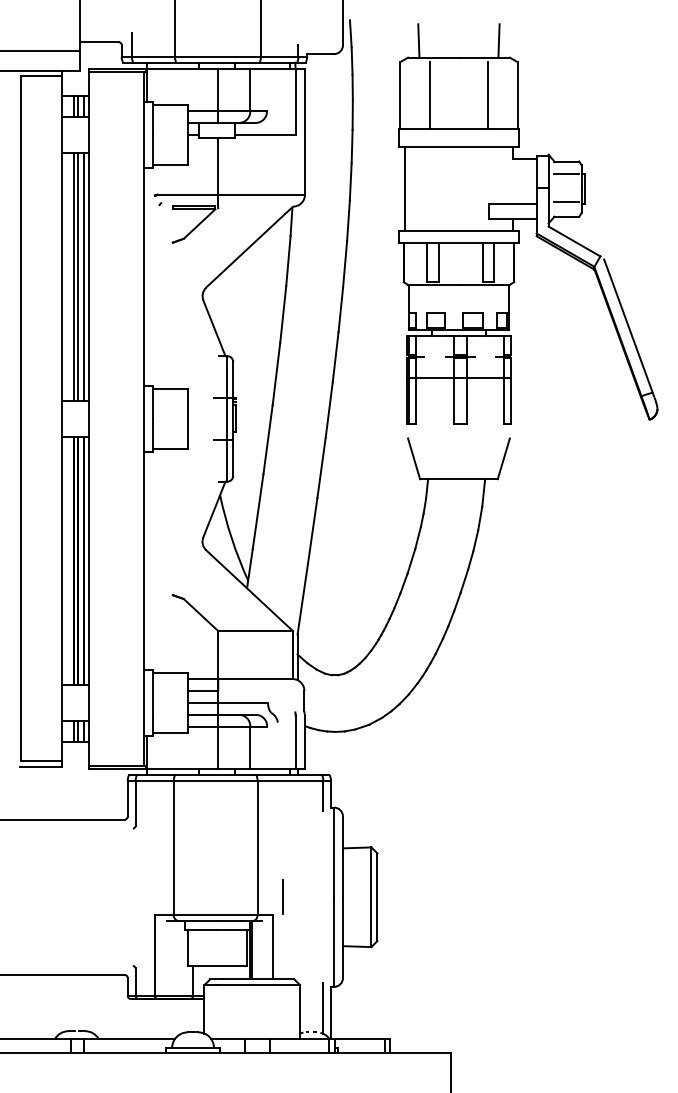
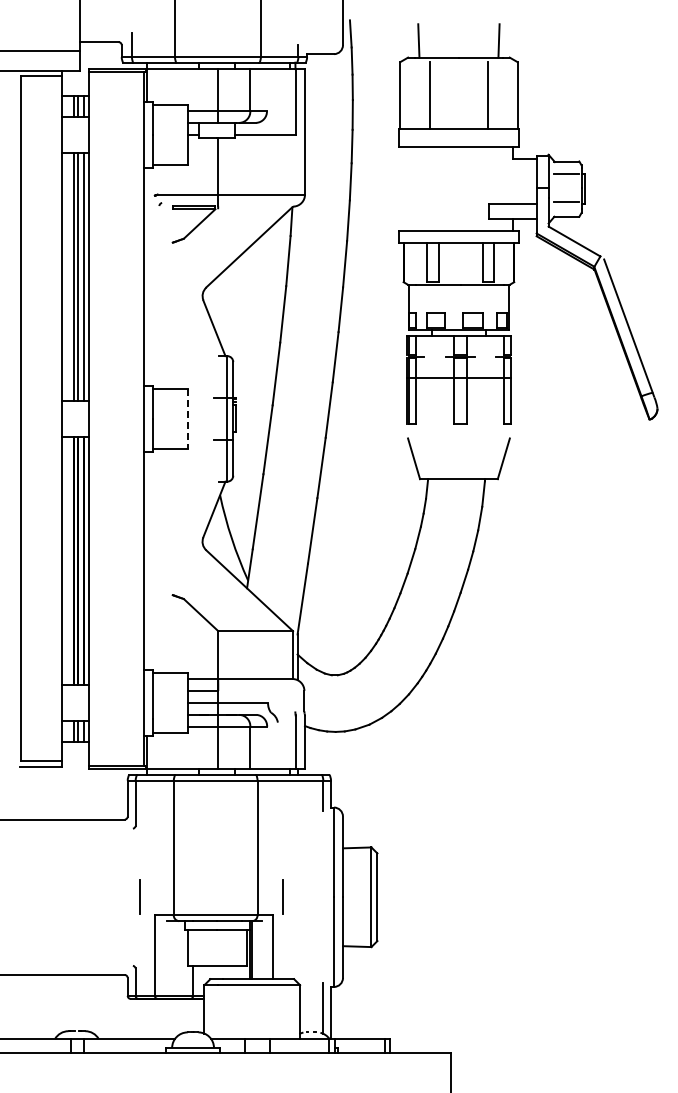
line at (405, 189): present -> none
line at (188, 418): solid -> dashed
line at (139, 896): none -> present
